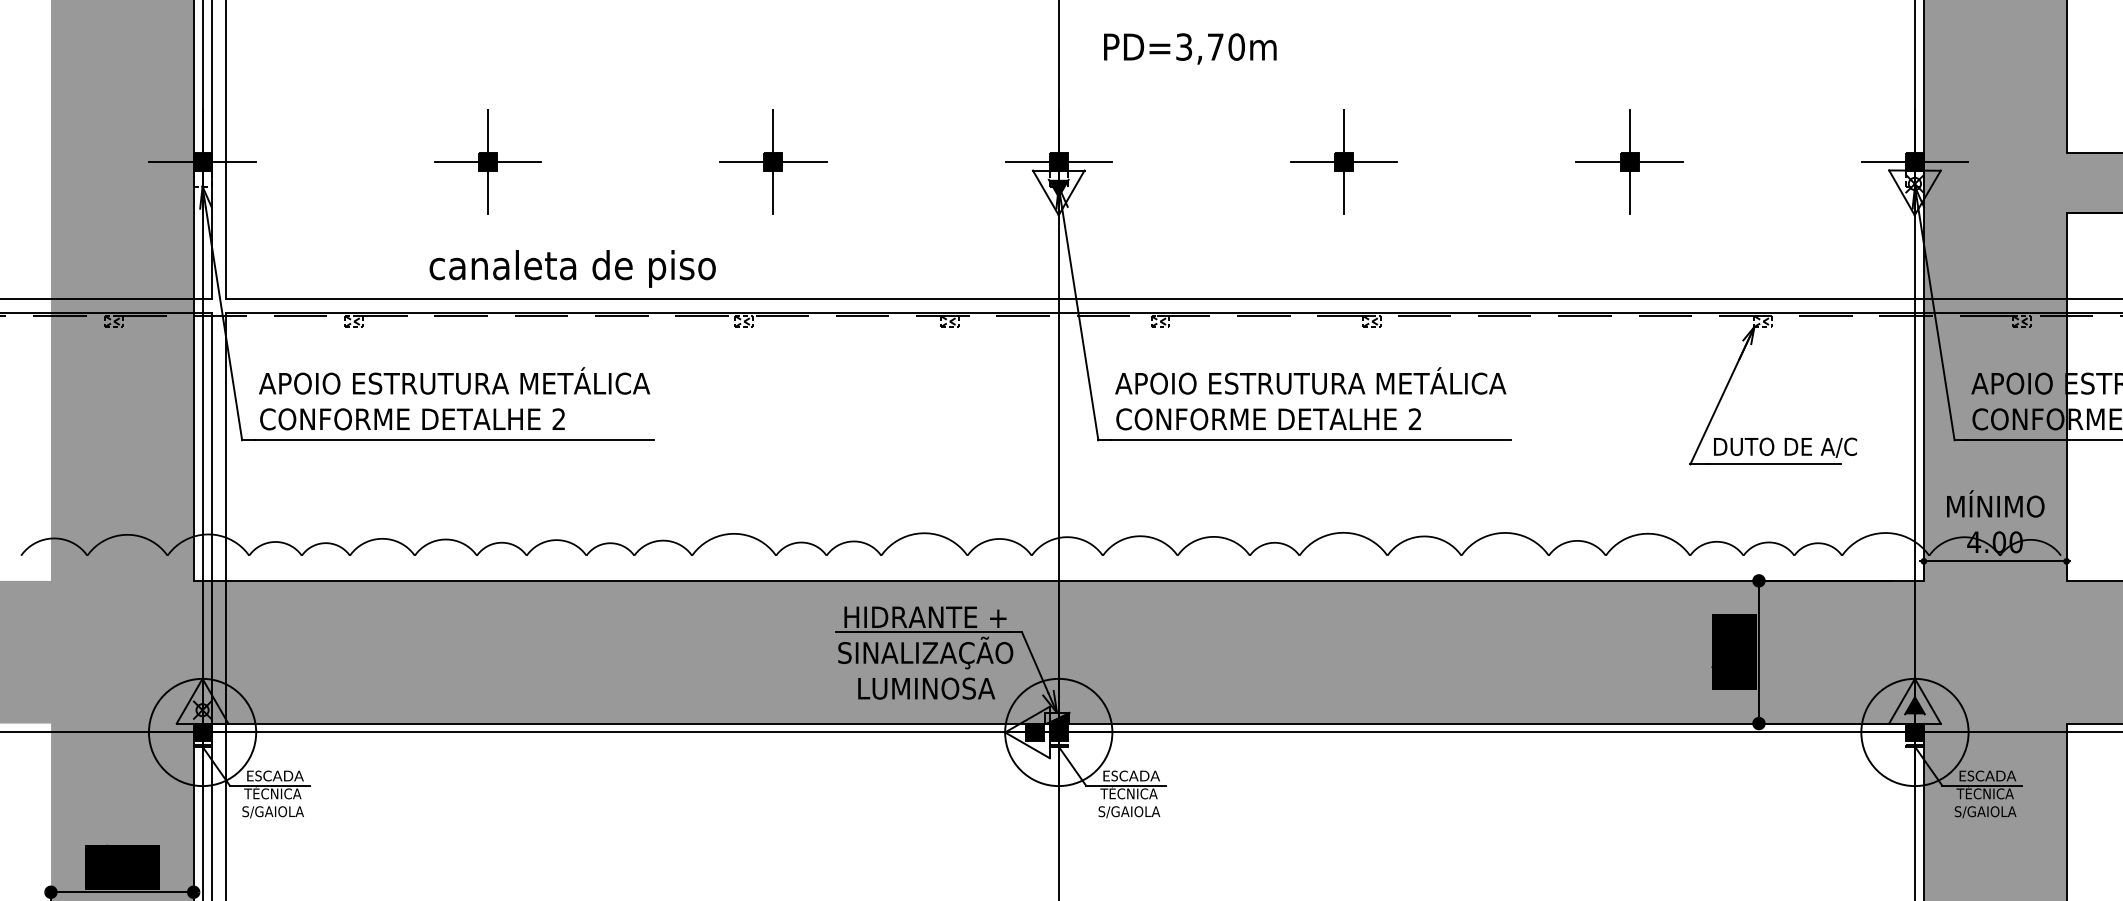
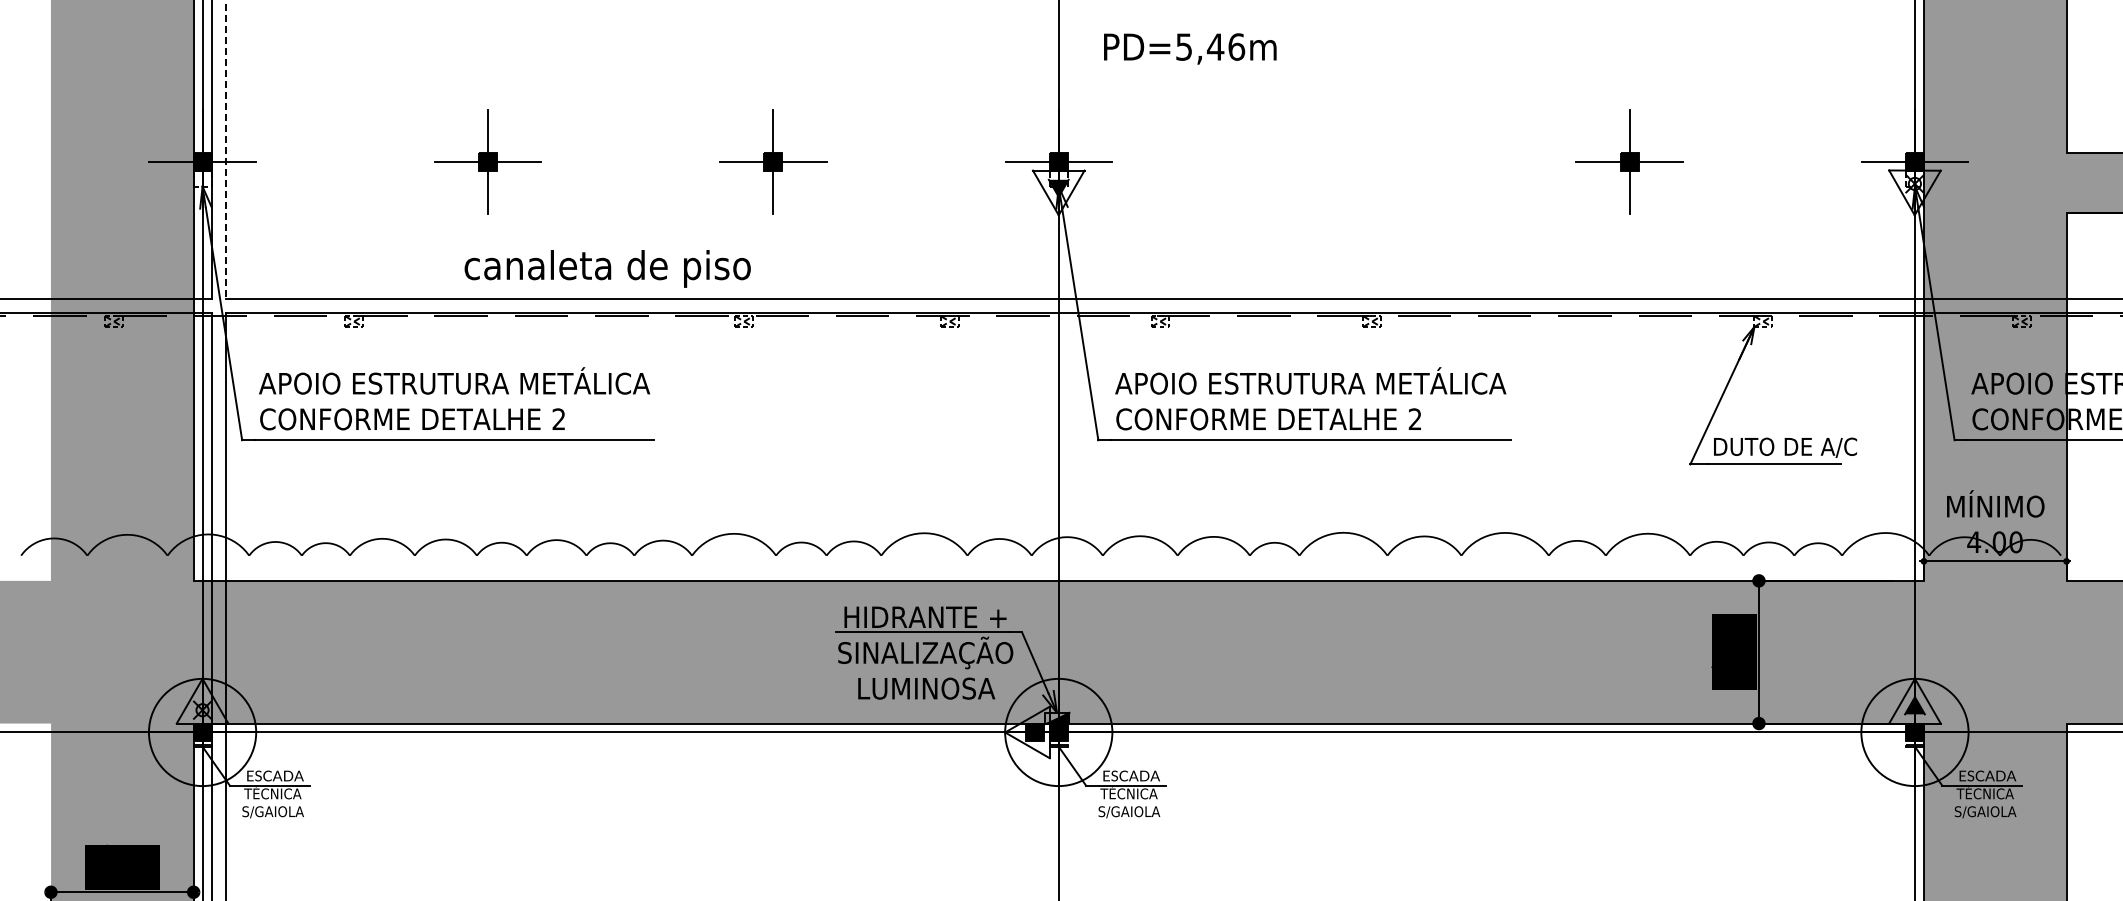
text at (1211, 46): PD=3,70m -> PD=5,46m
line at (225, 149): solid -> dashed
part at (1343, 161): present -> none
text at (572, 268) position: (572, 268) -> (607, 268)
